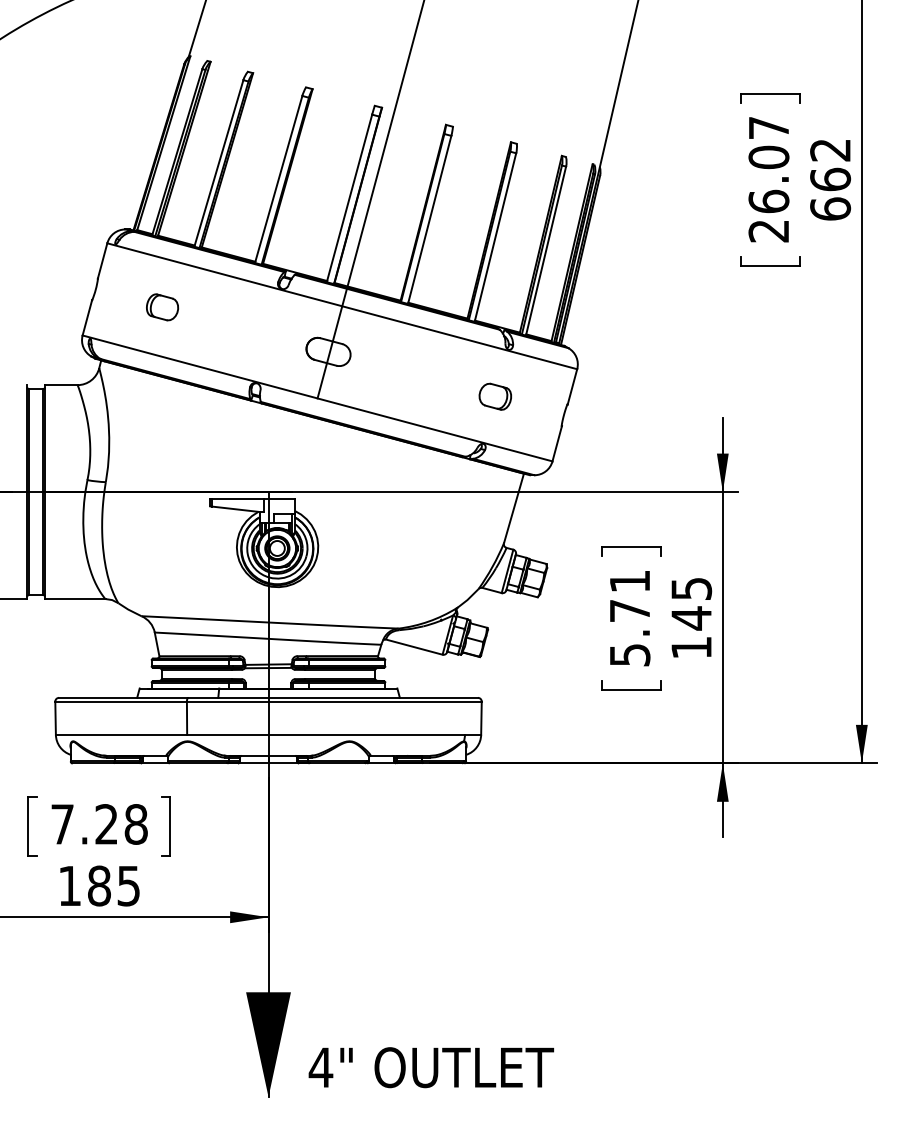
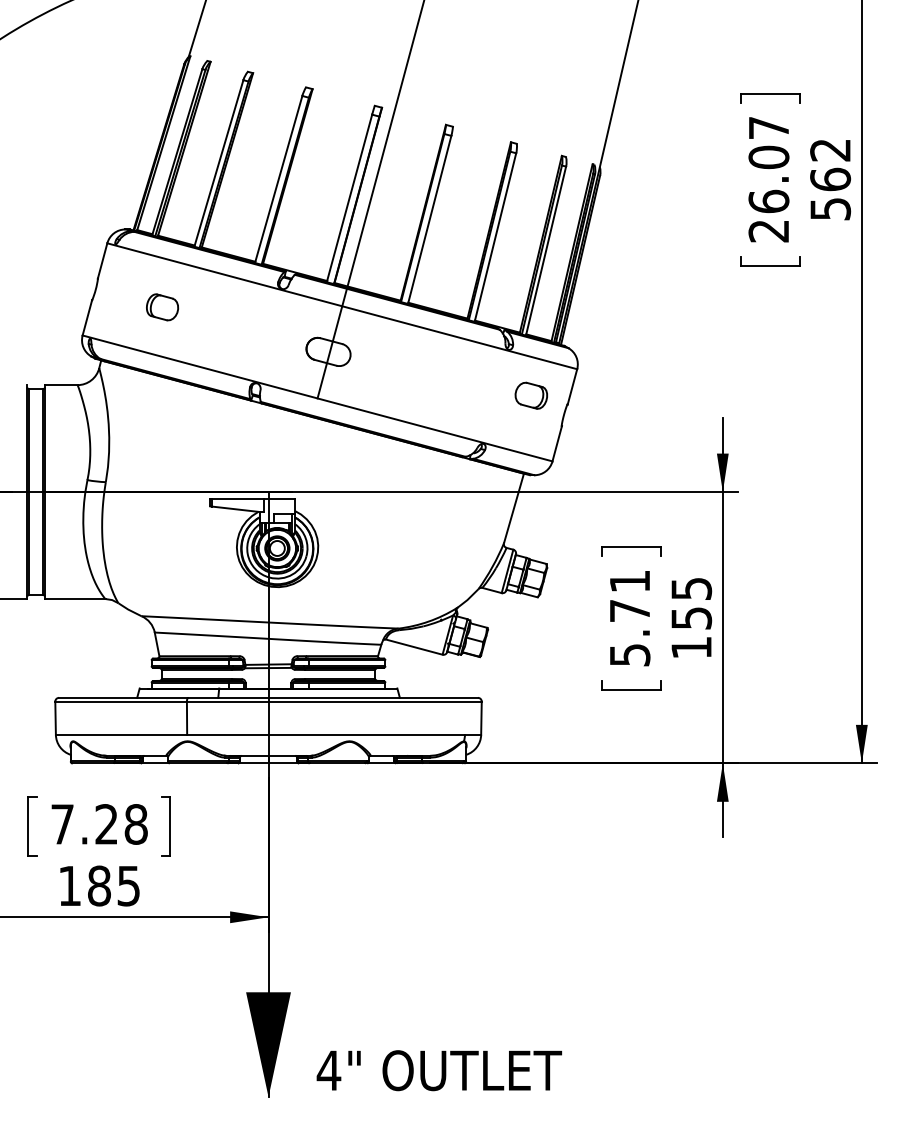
text at (830, 208): 662 -> 562
part at (494, 396) position: (494, 396) -> (530, 395)
text at (691, 618): 145 -> 155
text at (431, 1067) position: (431, 1067) -> (439, 1070)
